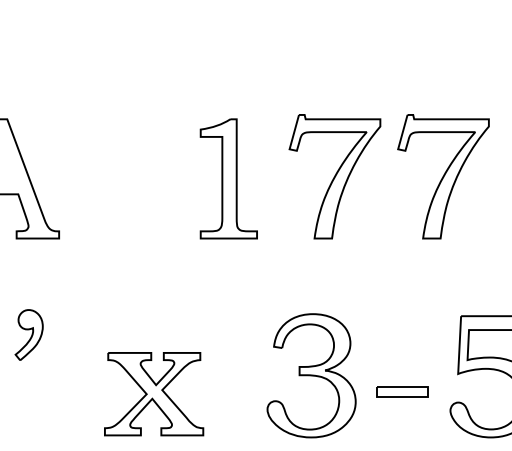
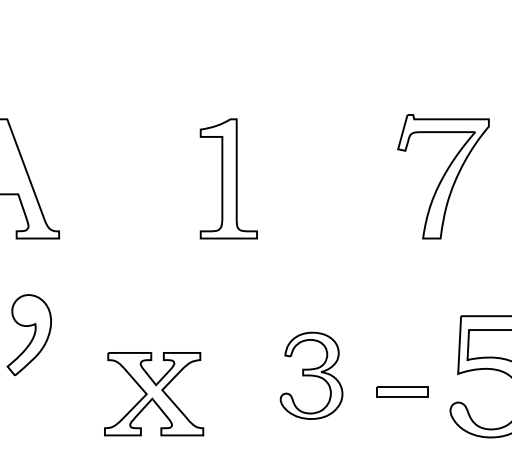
part at (334, 176): present -> none
part at (28, 334) size: 30x52 px -> 46x83 px
part at (311, 375) size: 91x126 px -> 65x89 px
